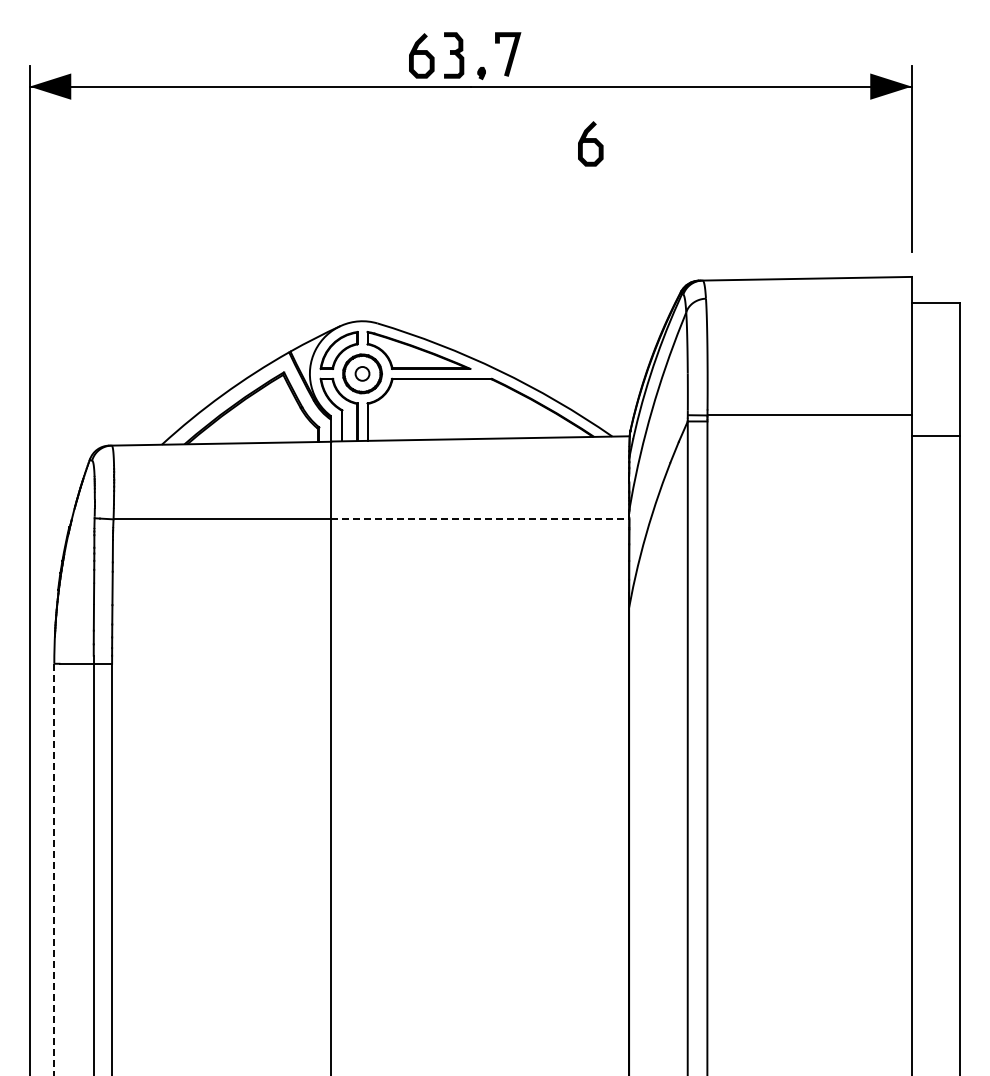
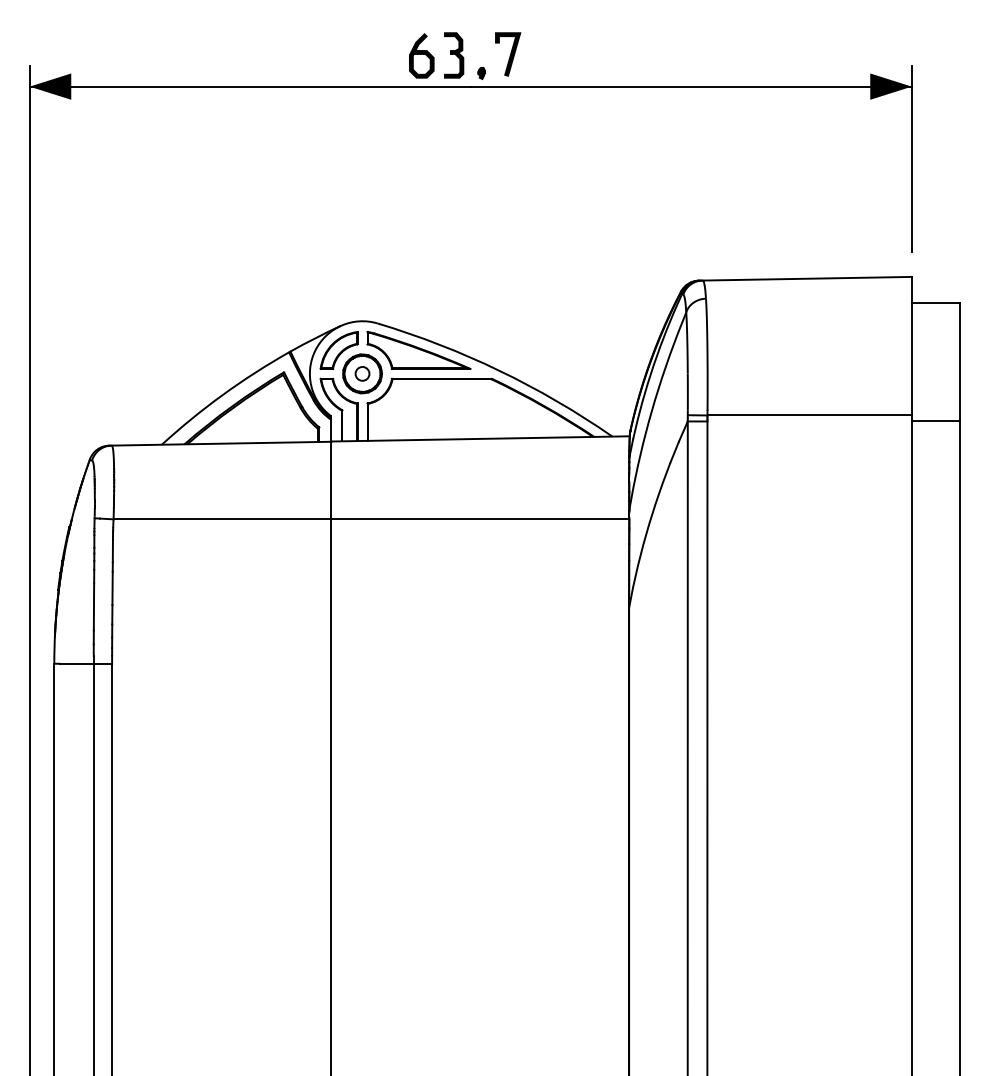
curve at (590, 142): present -> none
line at (935, 436) position: (935, 436) -> (935, 421)
line at (480, 519): dashed -> solid
line at (54, 869): dashed -> solid
